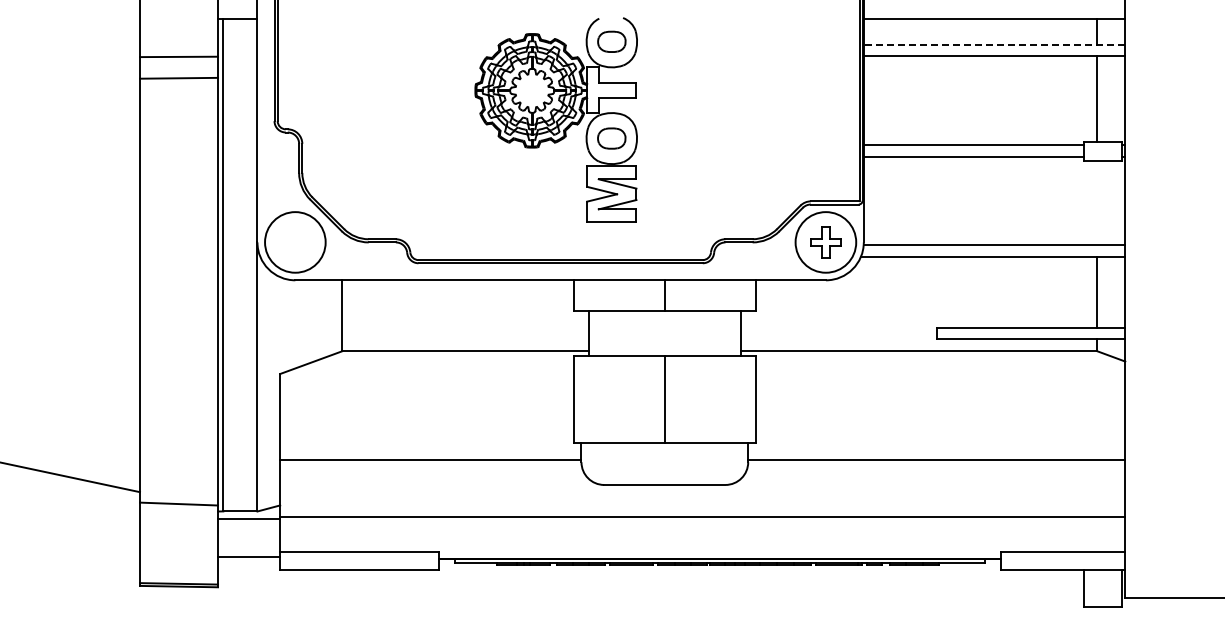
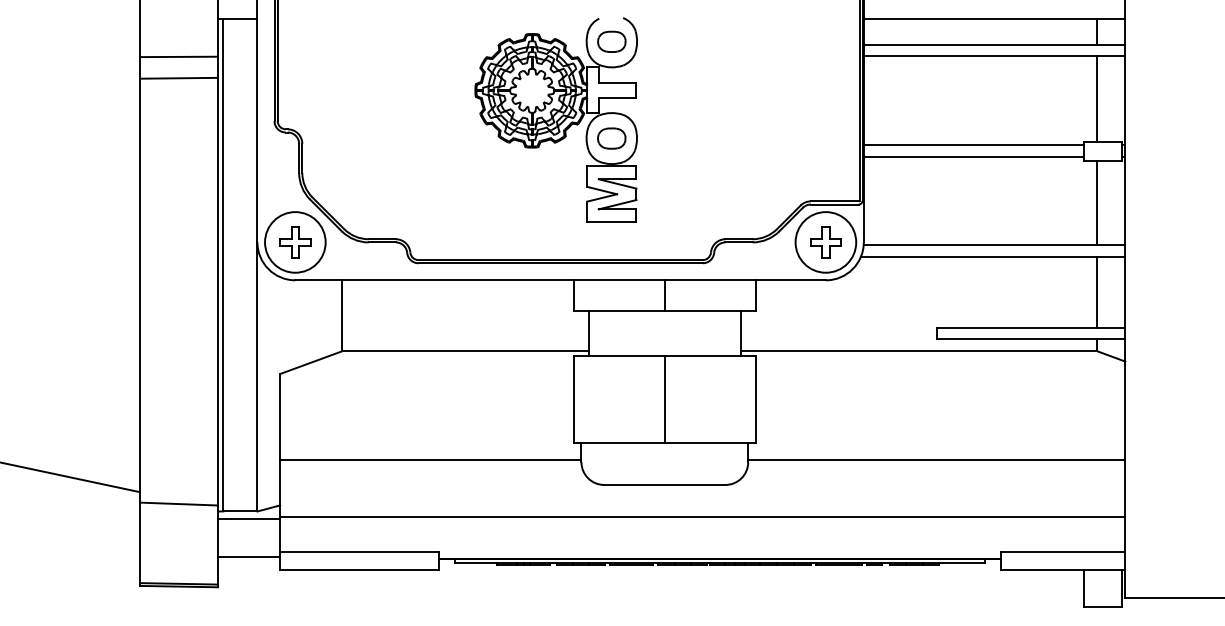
line at (994, 44): dashed -> solid
line at (1097, 202): none -> present
part at (295, 242): none -> present
